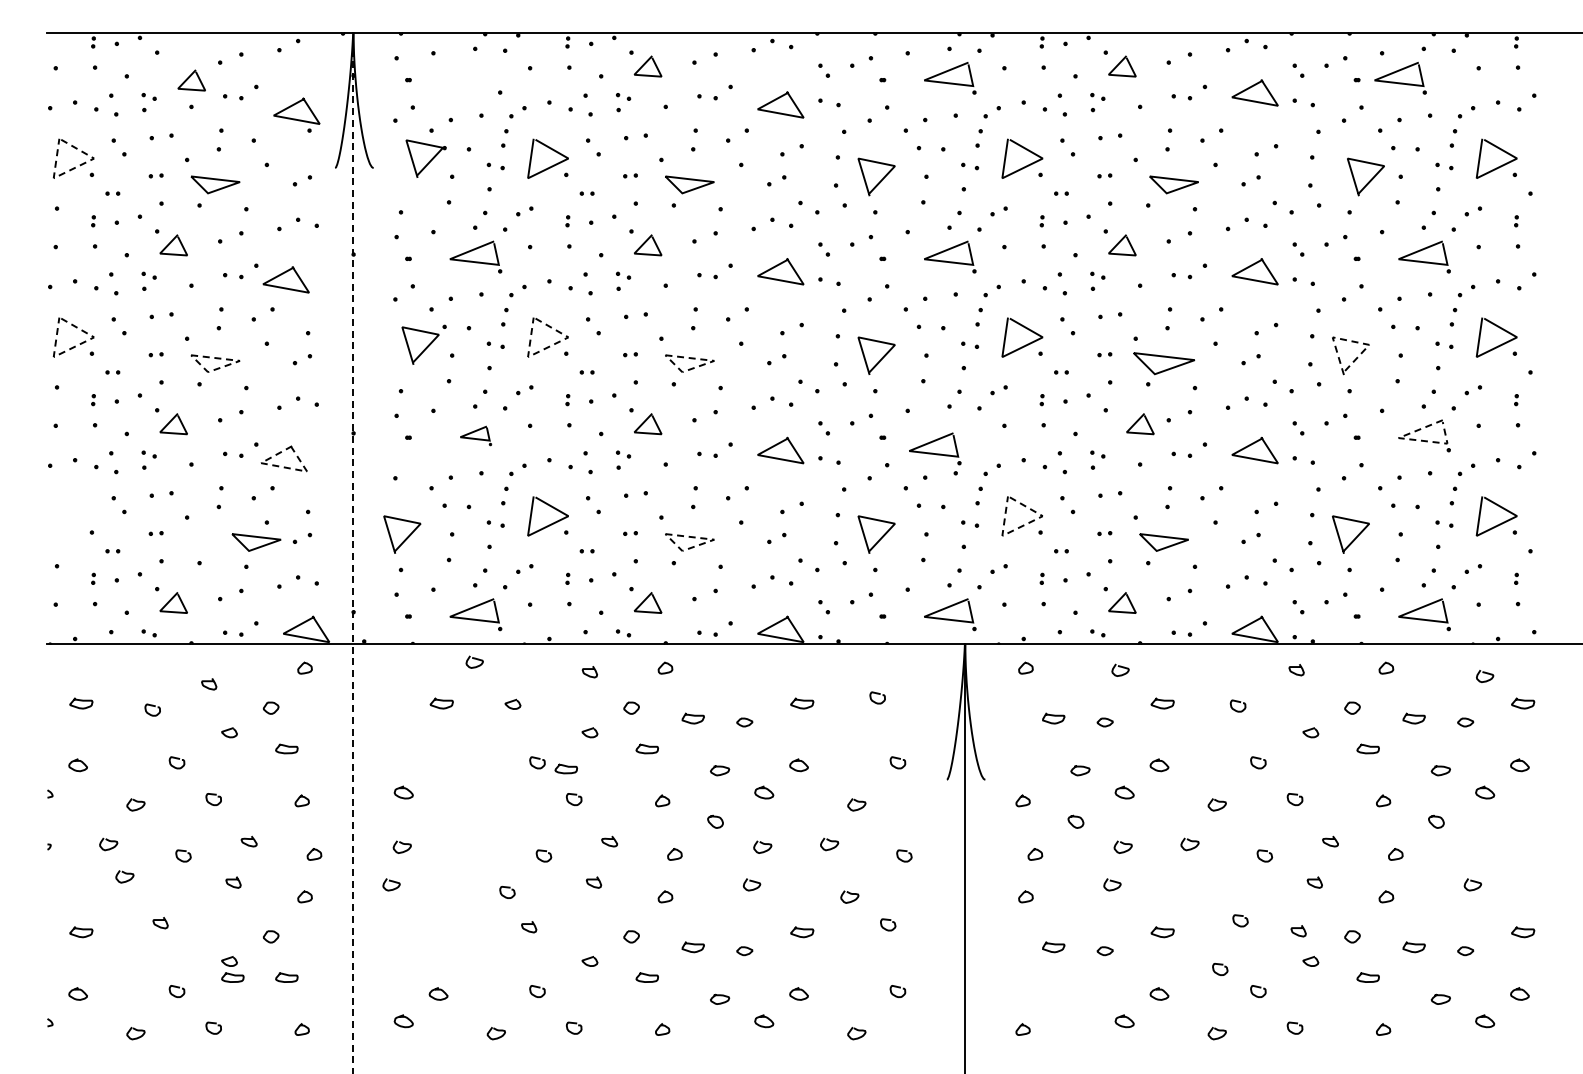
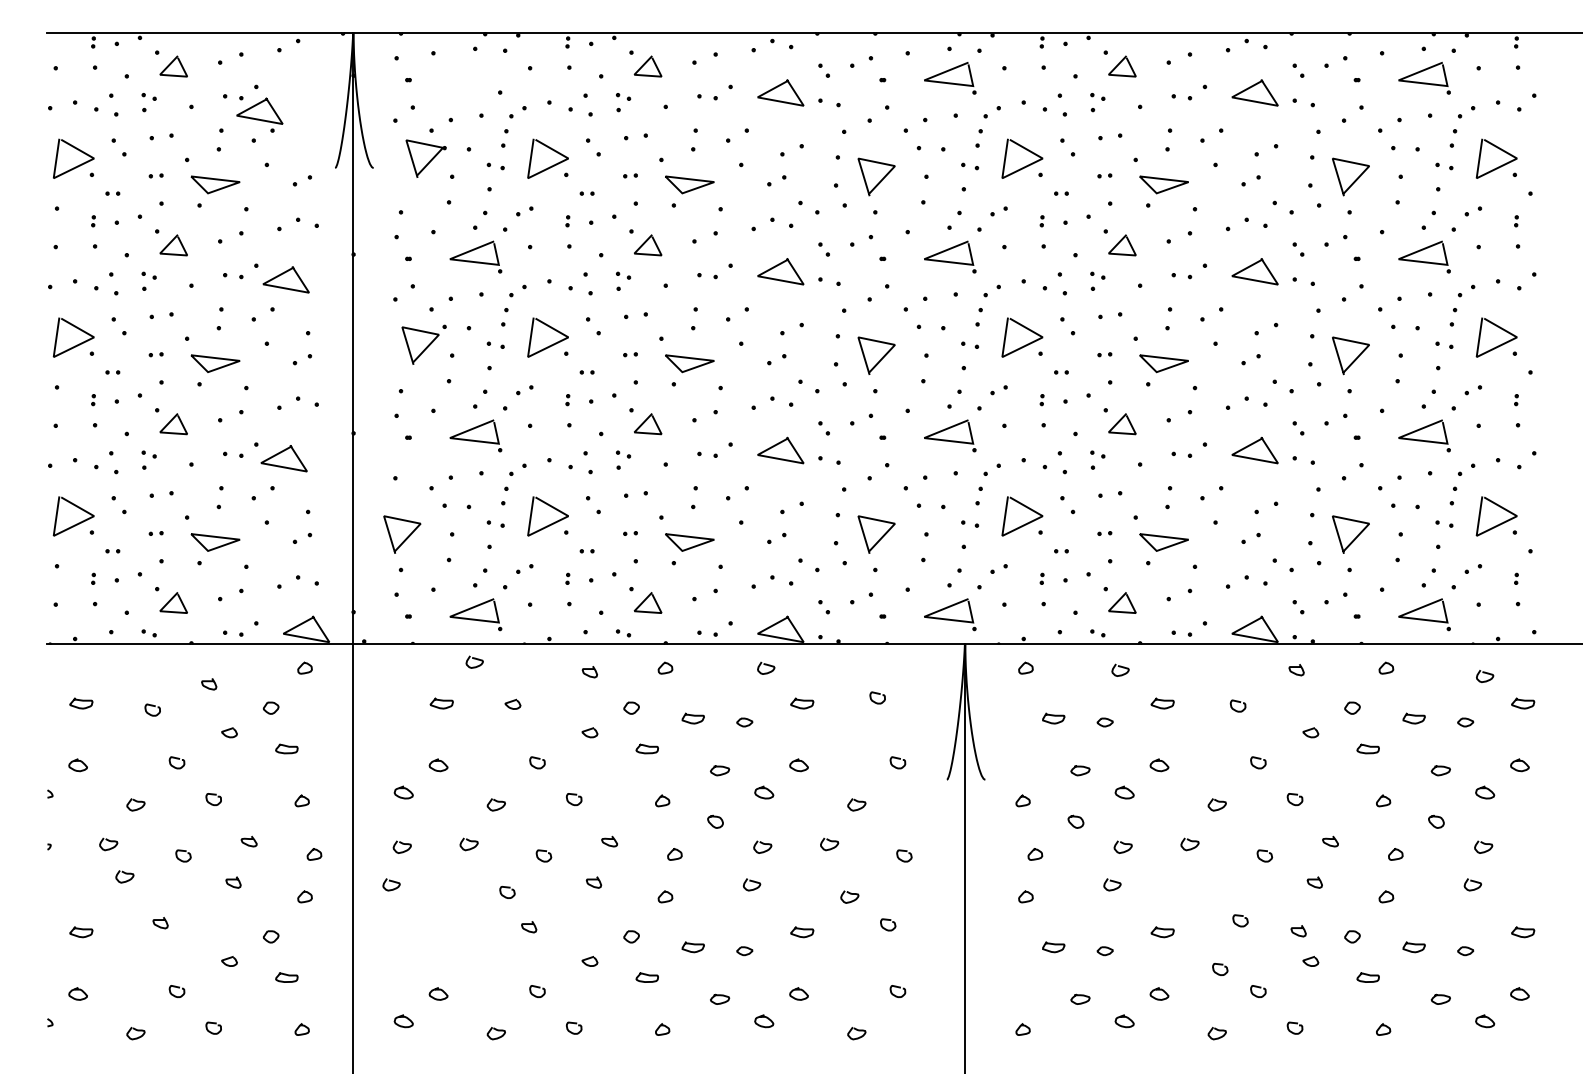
part at (1400, 77) position: (1400, 77) -> (1424, 77)
line at (189, 78) position: (189, 78) -> (171, 64)
line at (778, 99) position: (778, 99) -> (778, 87)
part at (296, 114) position: (296, 114) -> (259, 114)
line at (73, 168): dashed -> solid
line at (1369, 180) position: (1369, 180) -> (1354, 180)
part at (1173, 184) position: (1173, 184) -> (1163, 184)
line at (1351, 341): dashed -> solid
line at (73, 347): dashed -> solid
line at (547, 347): dashed -> solid
line at (236, 362): dashed -> solid
line at (710, 362): dashed -> solid
part at (1164, 363) size: 63x24 px -> 50x20 px
line at (1138, 421) position: (1138, 421) -> (1120, 421)
part at (476, 435) size: 33x22 px -> 54x34 px
line at (1411, 439): dashed -> solid
part at (935, 448) position: (935, 448) -> (950, 435)
line at (282, 467): dashed -> solid
line at (76, 523): none -> present
line at (1021, 526): dashed -> solid
line at (710, 541): dashed -> solid
part at (256, 542) position: (256, 542) -> (215, 542)
line at (353, 552): dashed -> solid
curve at (766, 665): none -> present
curve at (438, 761): none -> present
curve at (566, 767): present -> none
curve at (496, 802): none -> present
curve at (468, 841): none -> present
curve at (1483, 844): none -> present
curve at (232, 975): present -> none
curve at (1080, 996): none -> present
